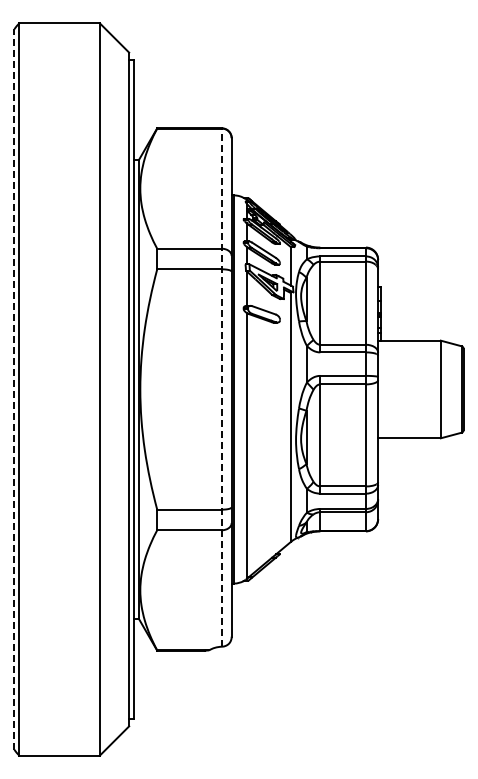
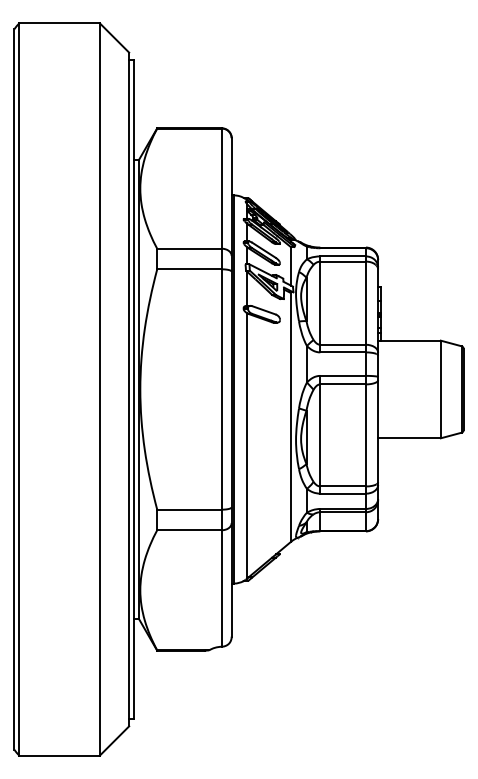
line at (221, 387): dashed -> solid
line at (14, 388): dashed -> solid
